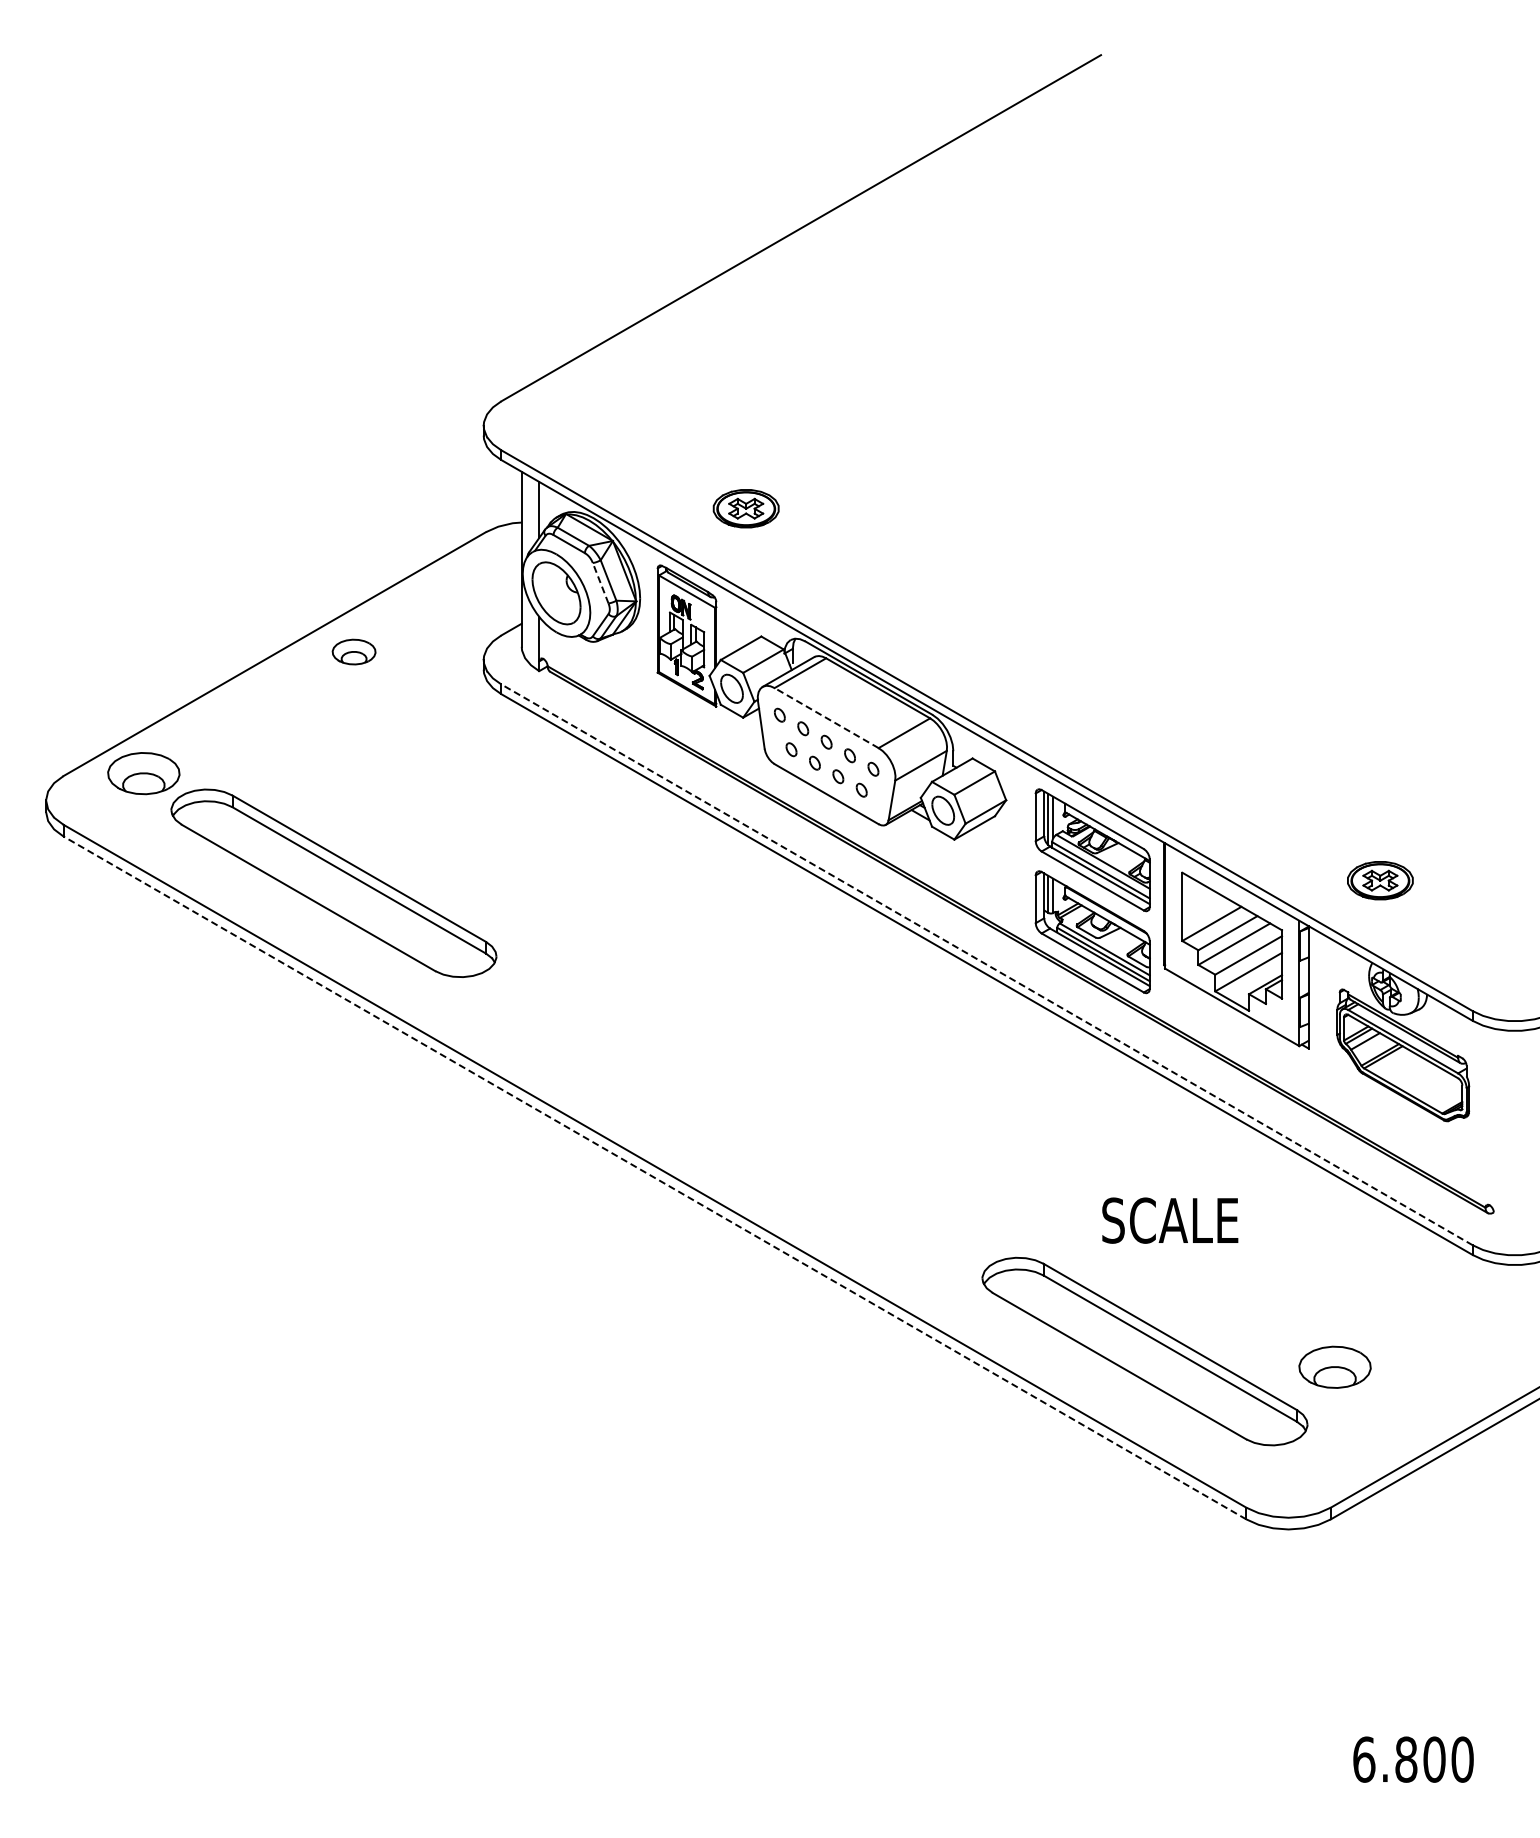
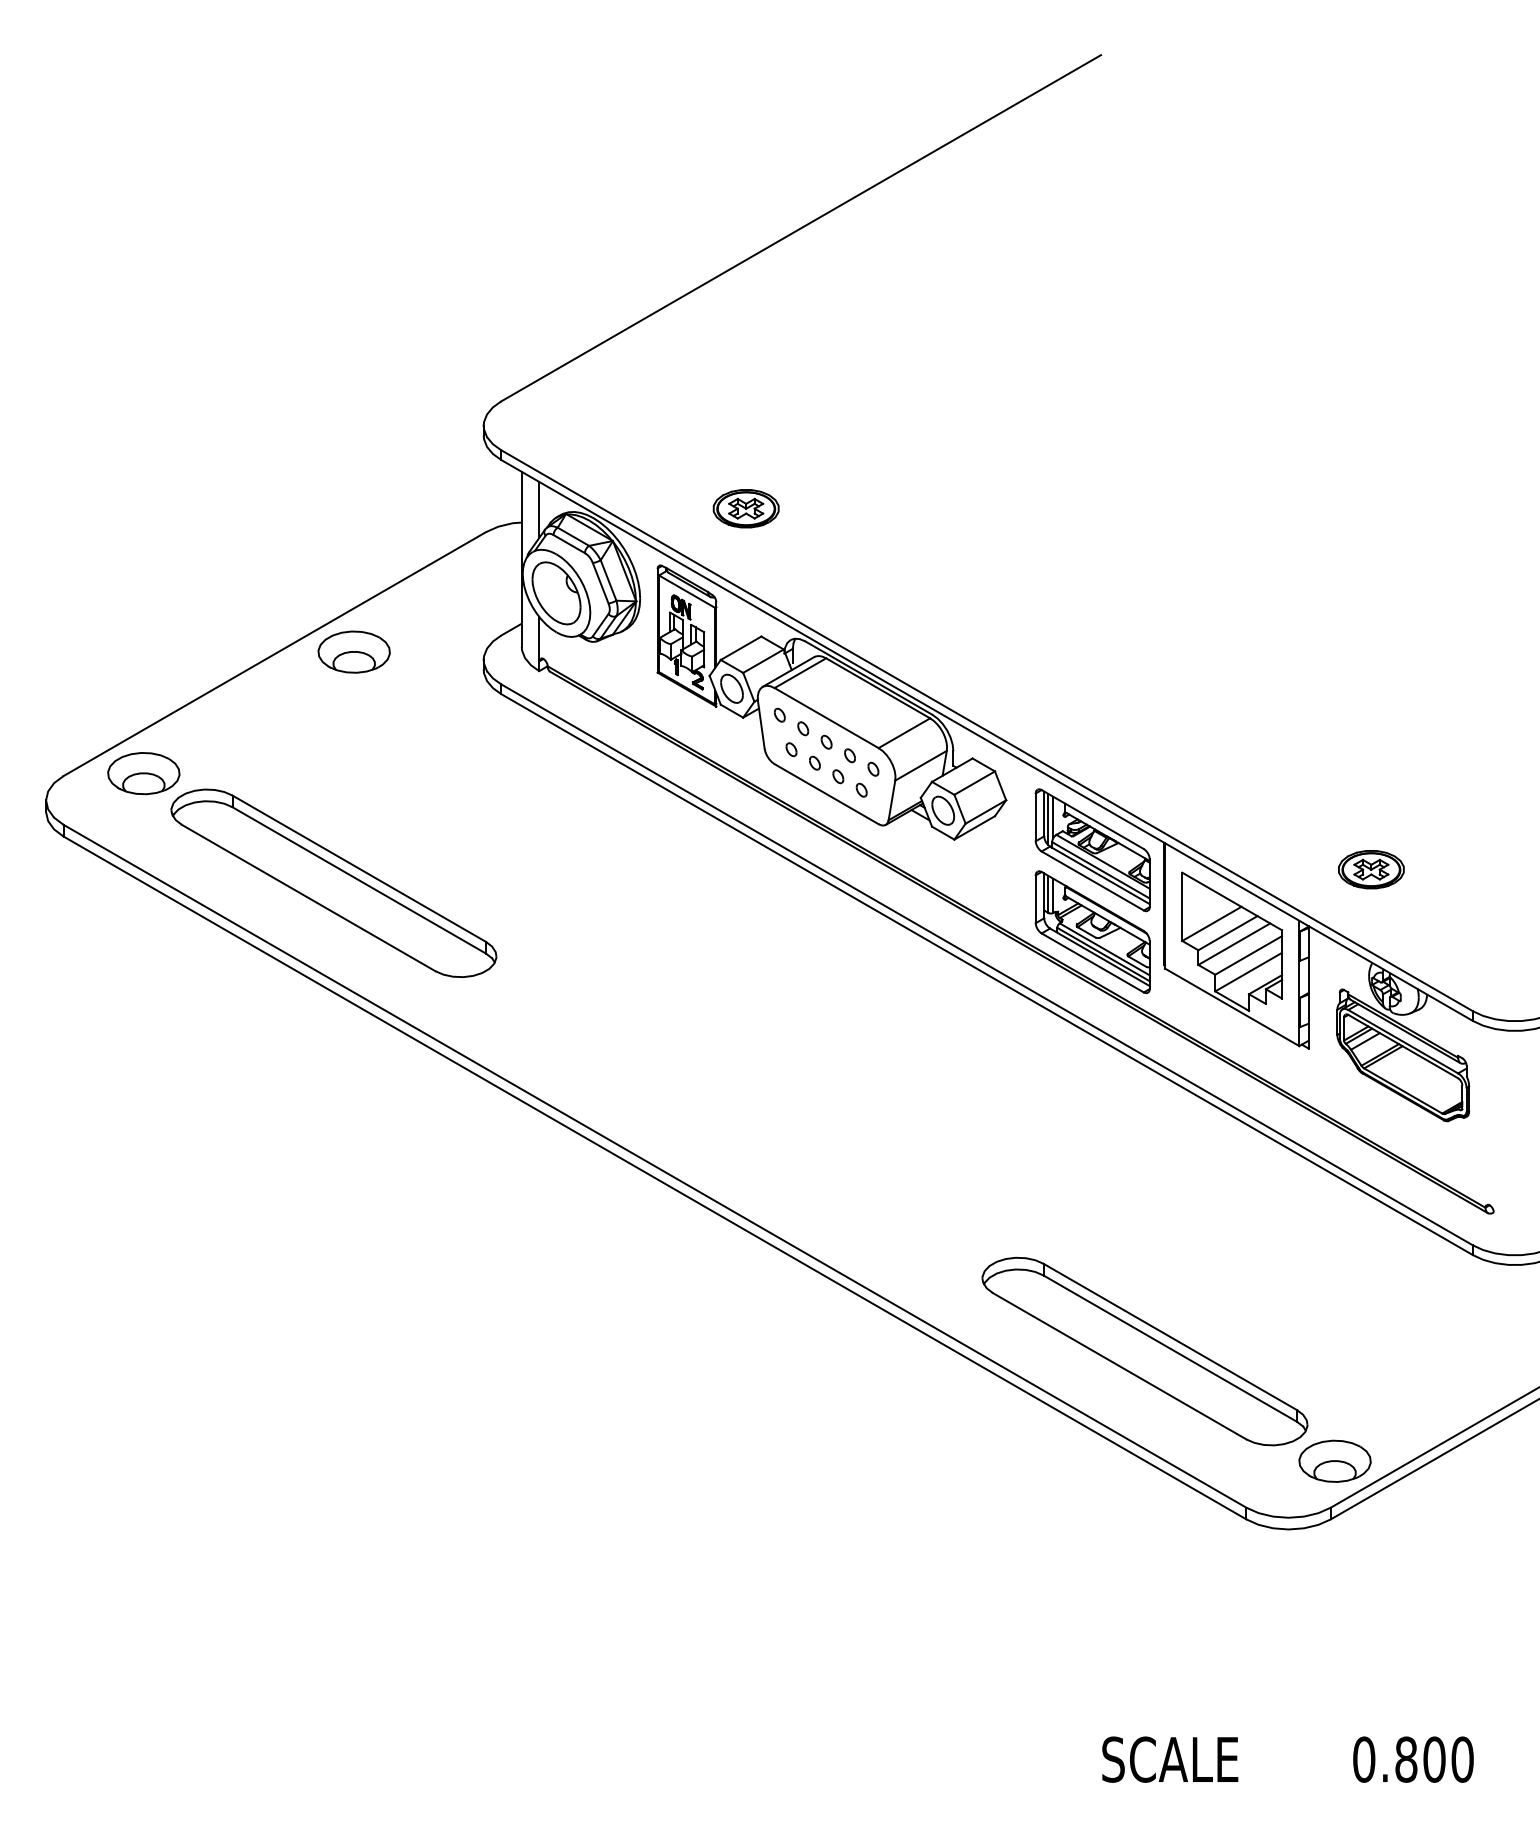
line at (600, 583): dashed -> solid
part at (353, 651) size: 46x28 px -> 74x44 px
line at (826, 717): dashed -> solid
part at (1380, 880) position: (1380, 880) -> (1371, 869)
line at (986, 964): dashed -> solid
line at (654, 1177): dashed -> solid
text at (1170, 1220) position: (1170, 1220) -> (1170, 1759)
part at (1334, 1366) position: (1334, 1366) -> (1334, 1460)
text at (1364, 1759): 6.800 -> 0.800
